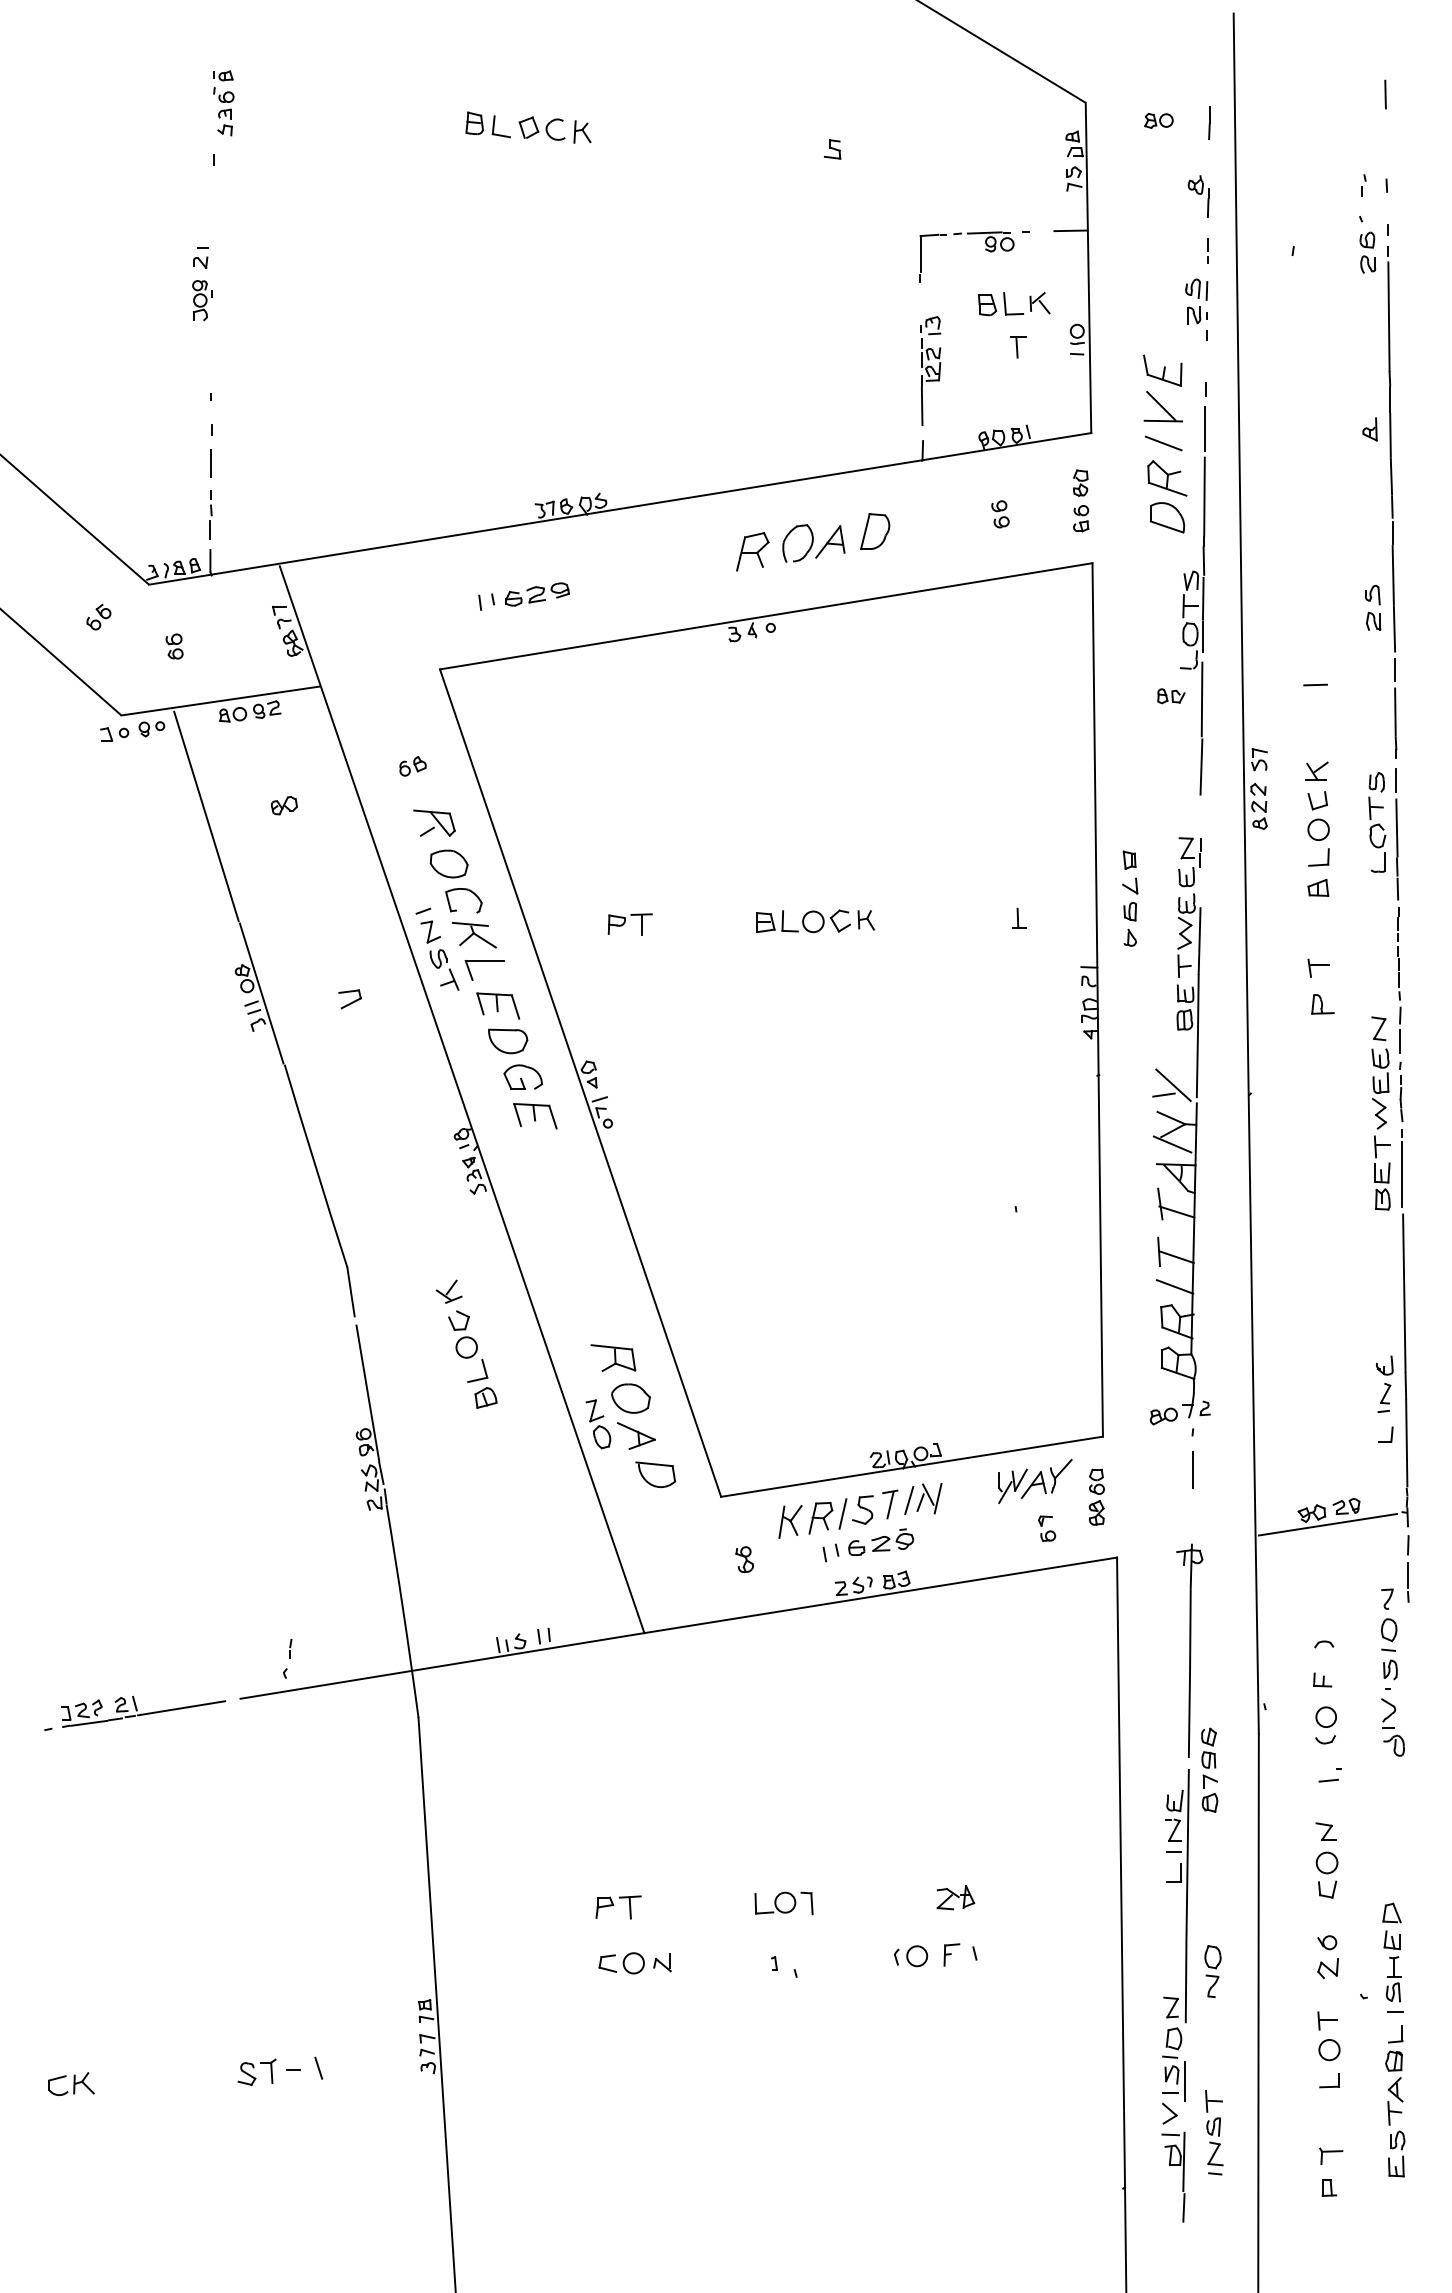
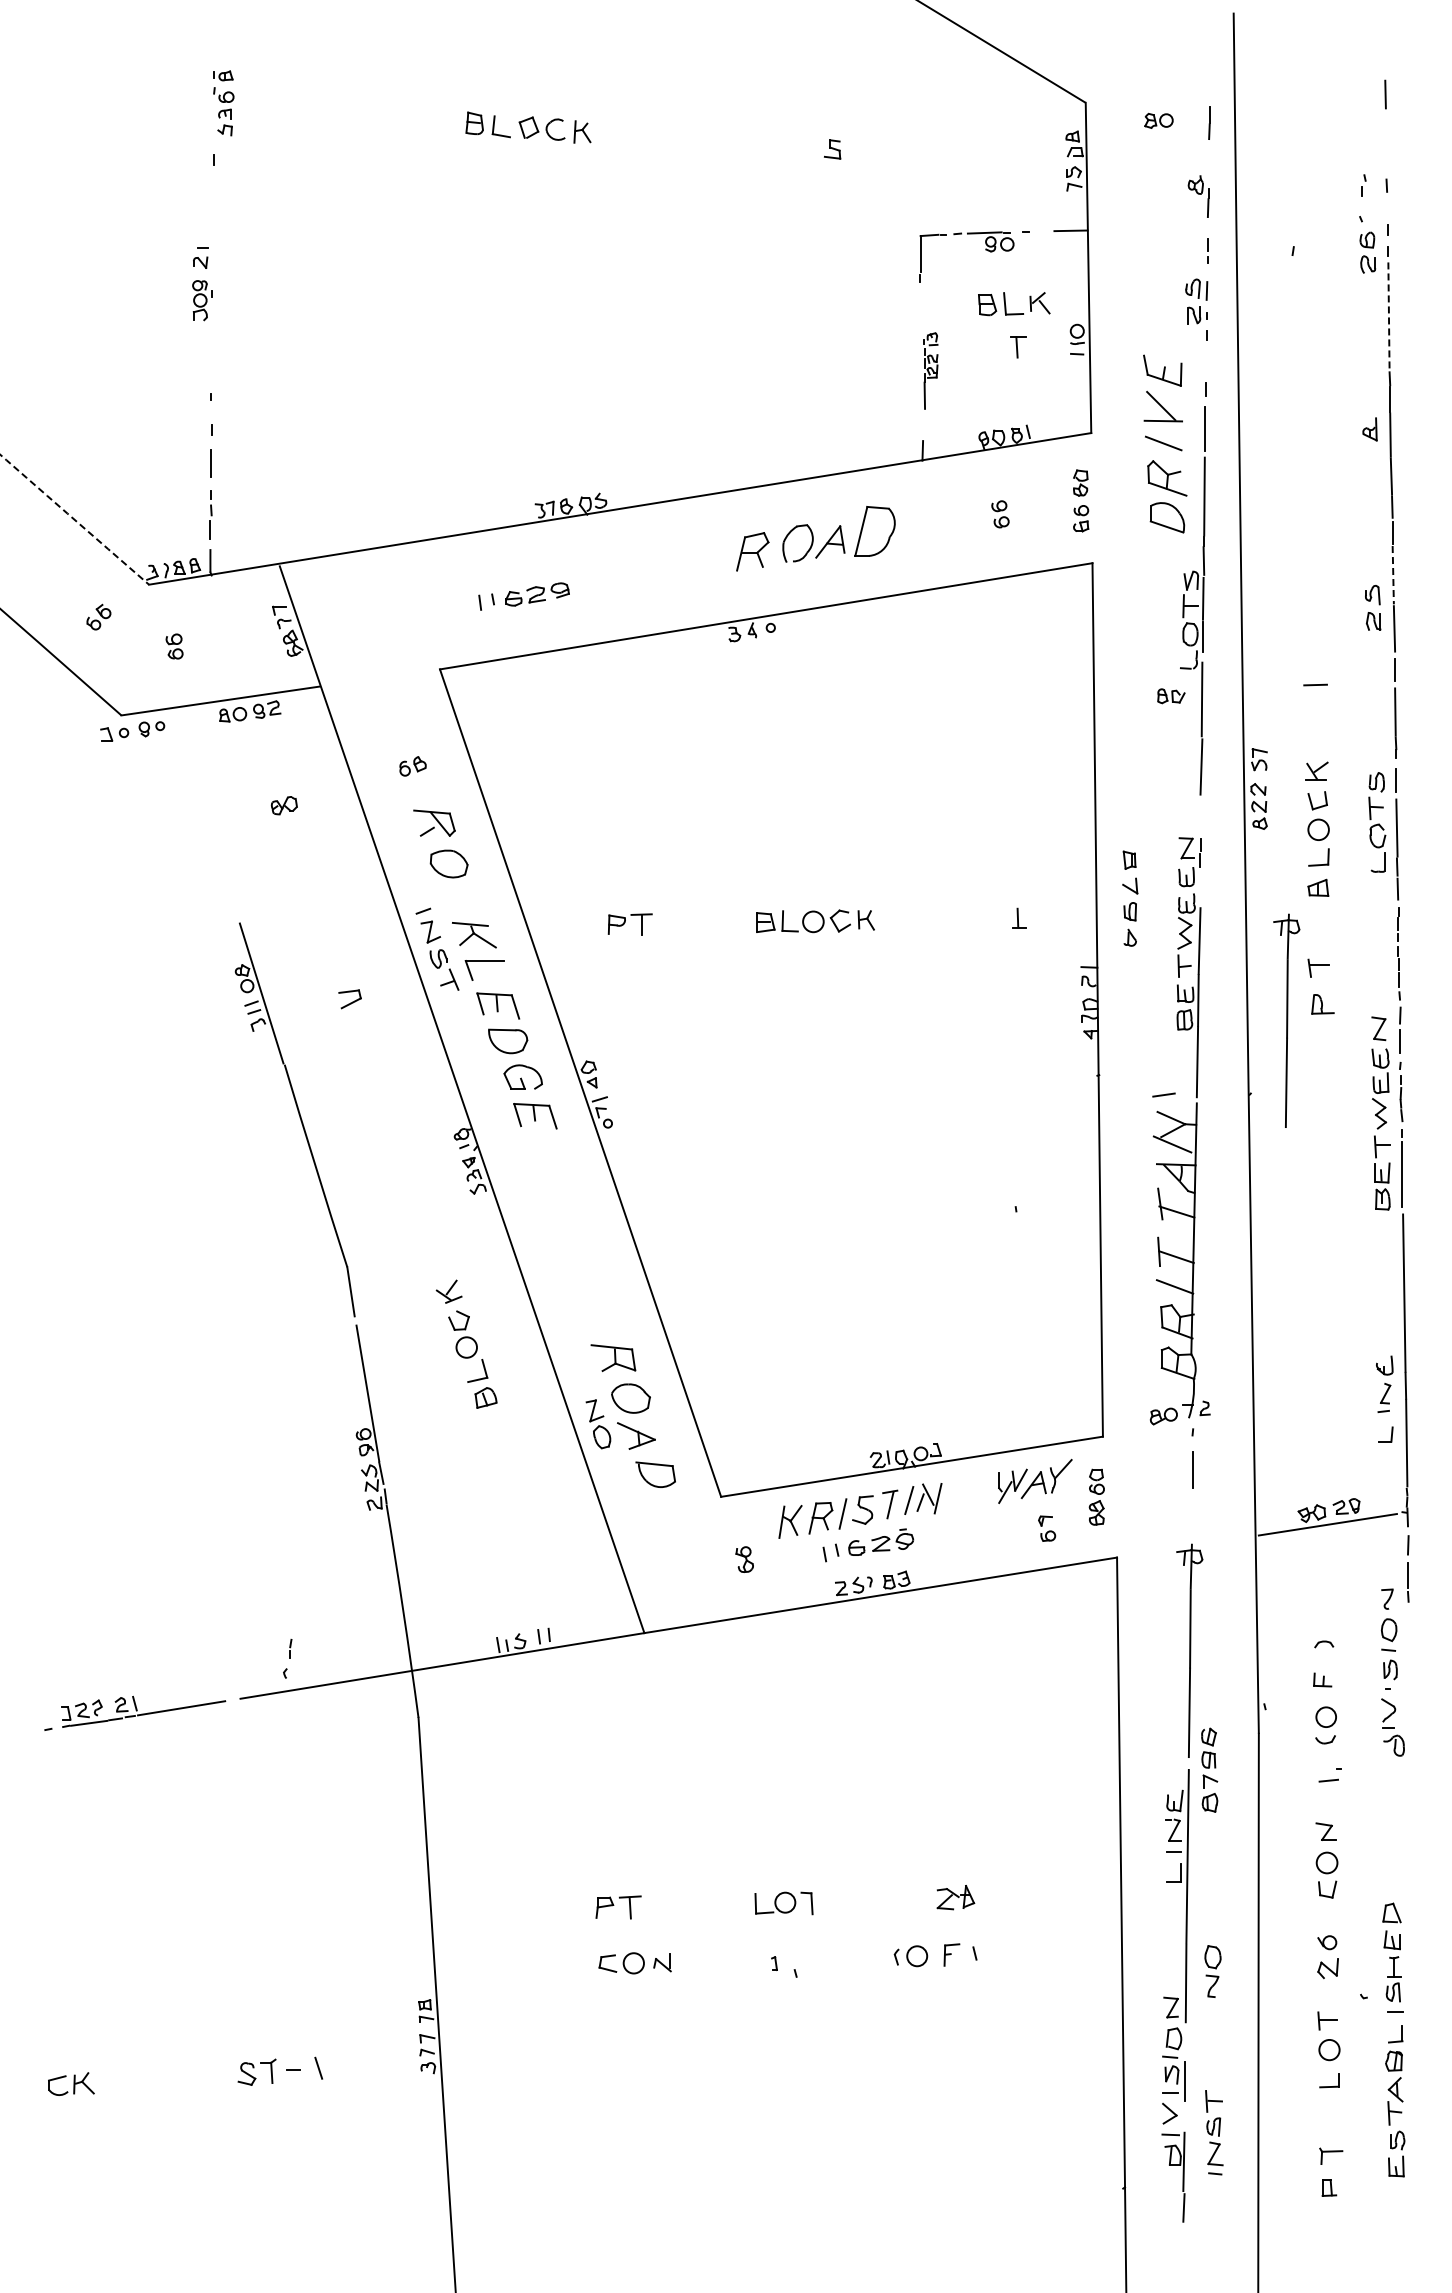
line at (1388, 317): solid -> dashed
part at (930, 370) size: 22x110 px -> 16x78 px
arc at (74, 519): solid -> dashed
part at (875, 531) size: 31x38 px -> 42x51 px
line at (1393, 575): solid -> dashed
line at (206, 816): present -> none
part at (465, 890): present -> none
part at (1286, 1020): none -> present
line at (1173, 1084): present -> none
